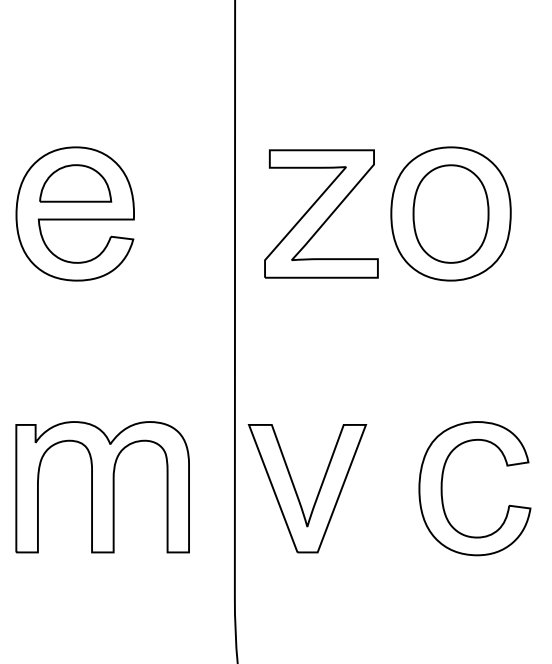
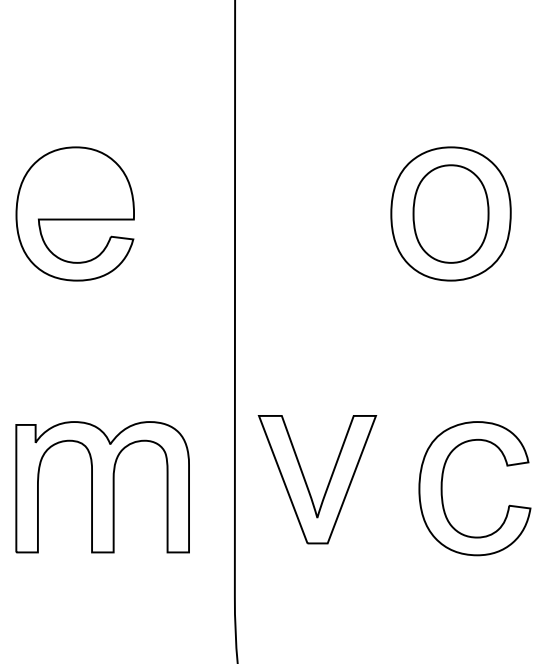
part at (75, 183): present -> none
part at (321, 213): present -> none
part at (296, 490) position: (296, 490) -> (306, 481)
